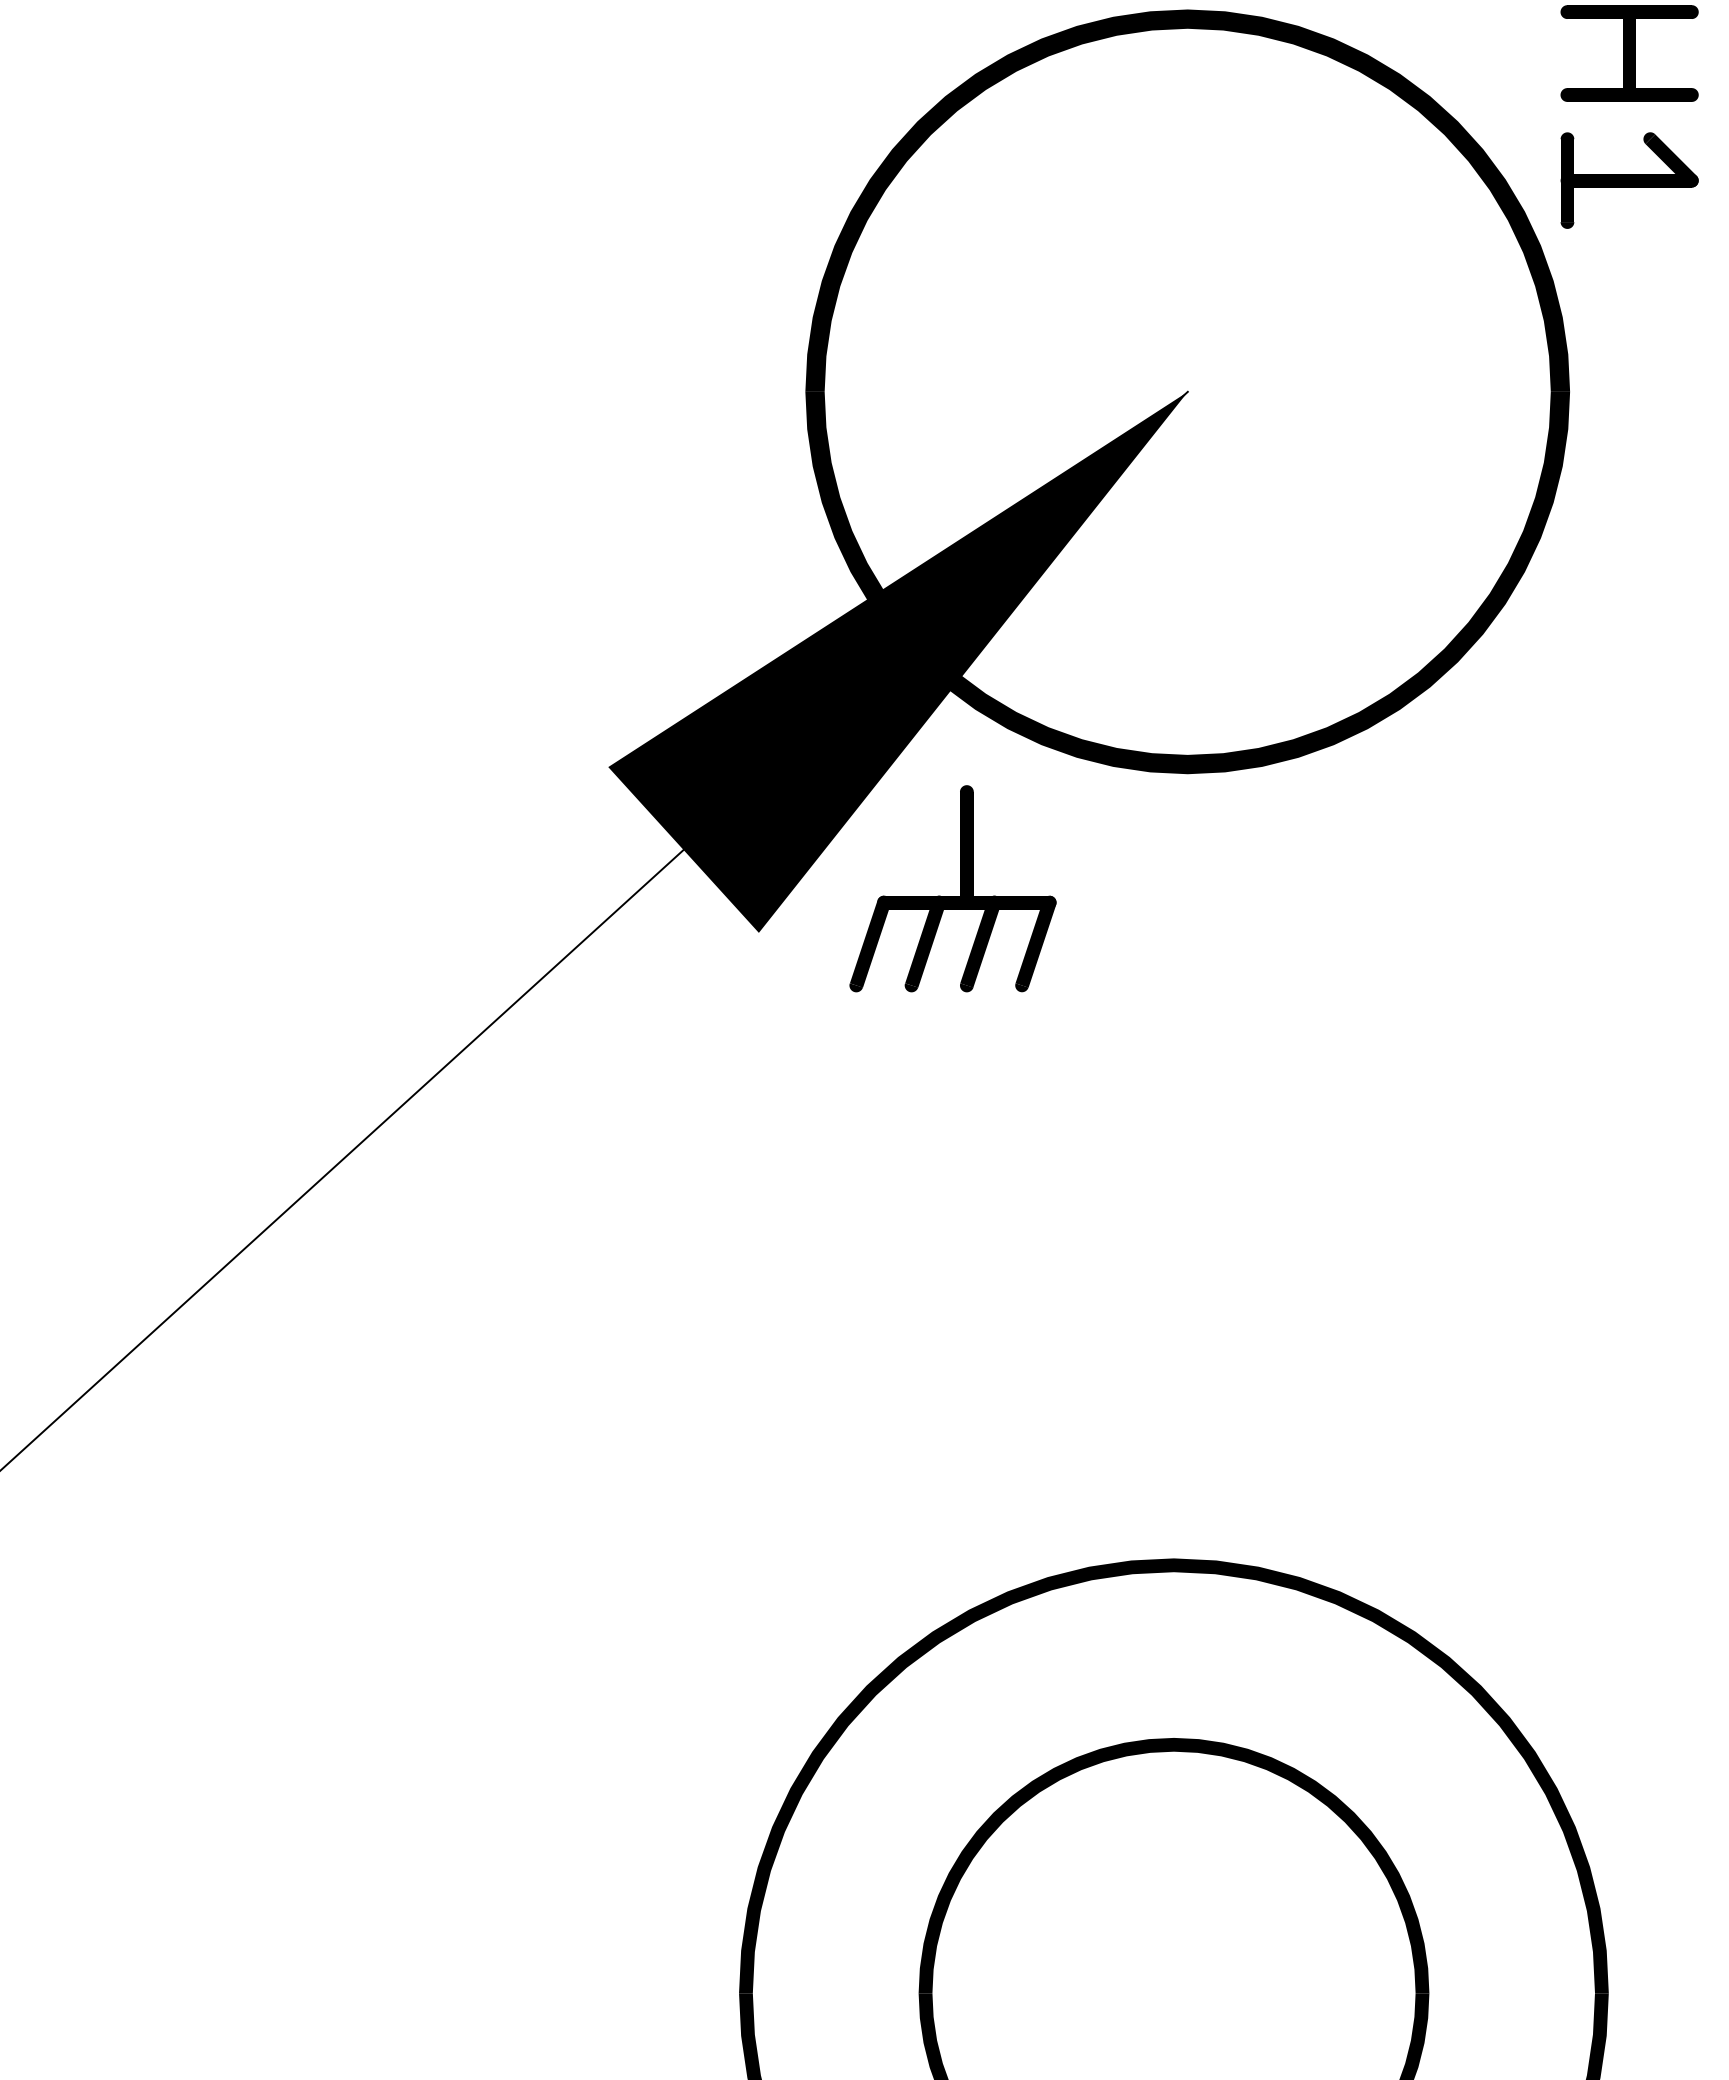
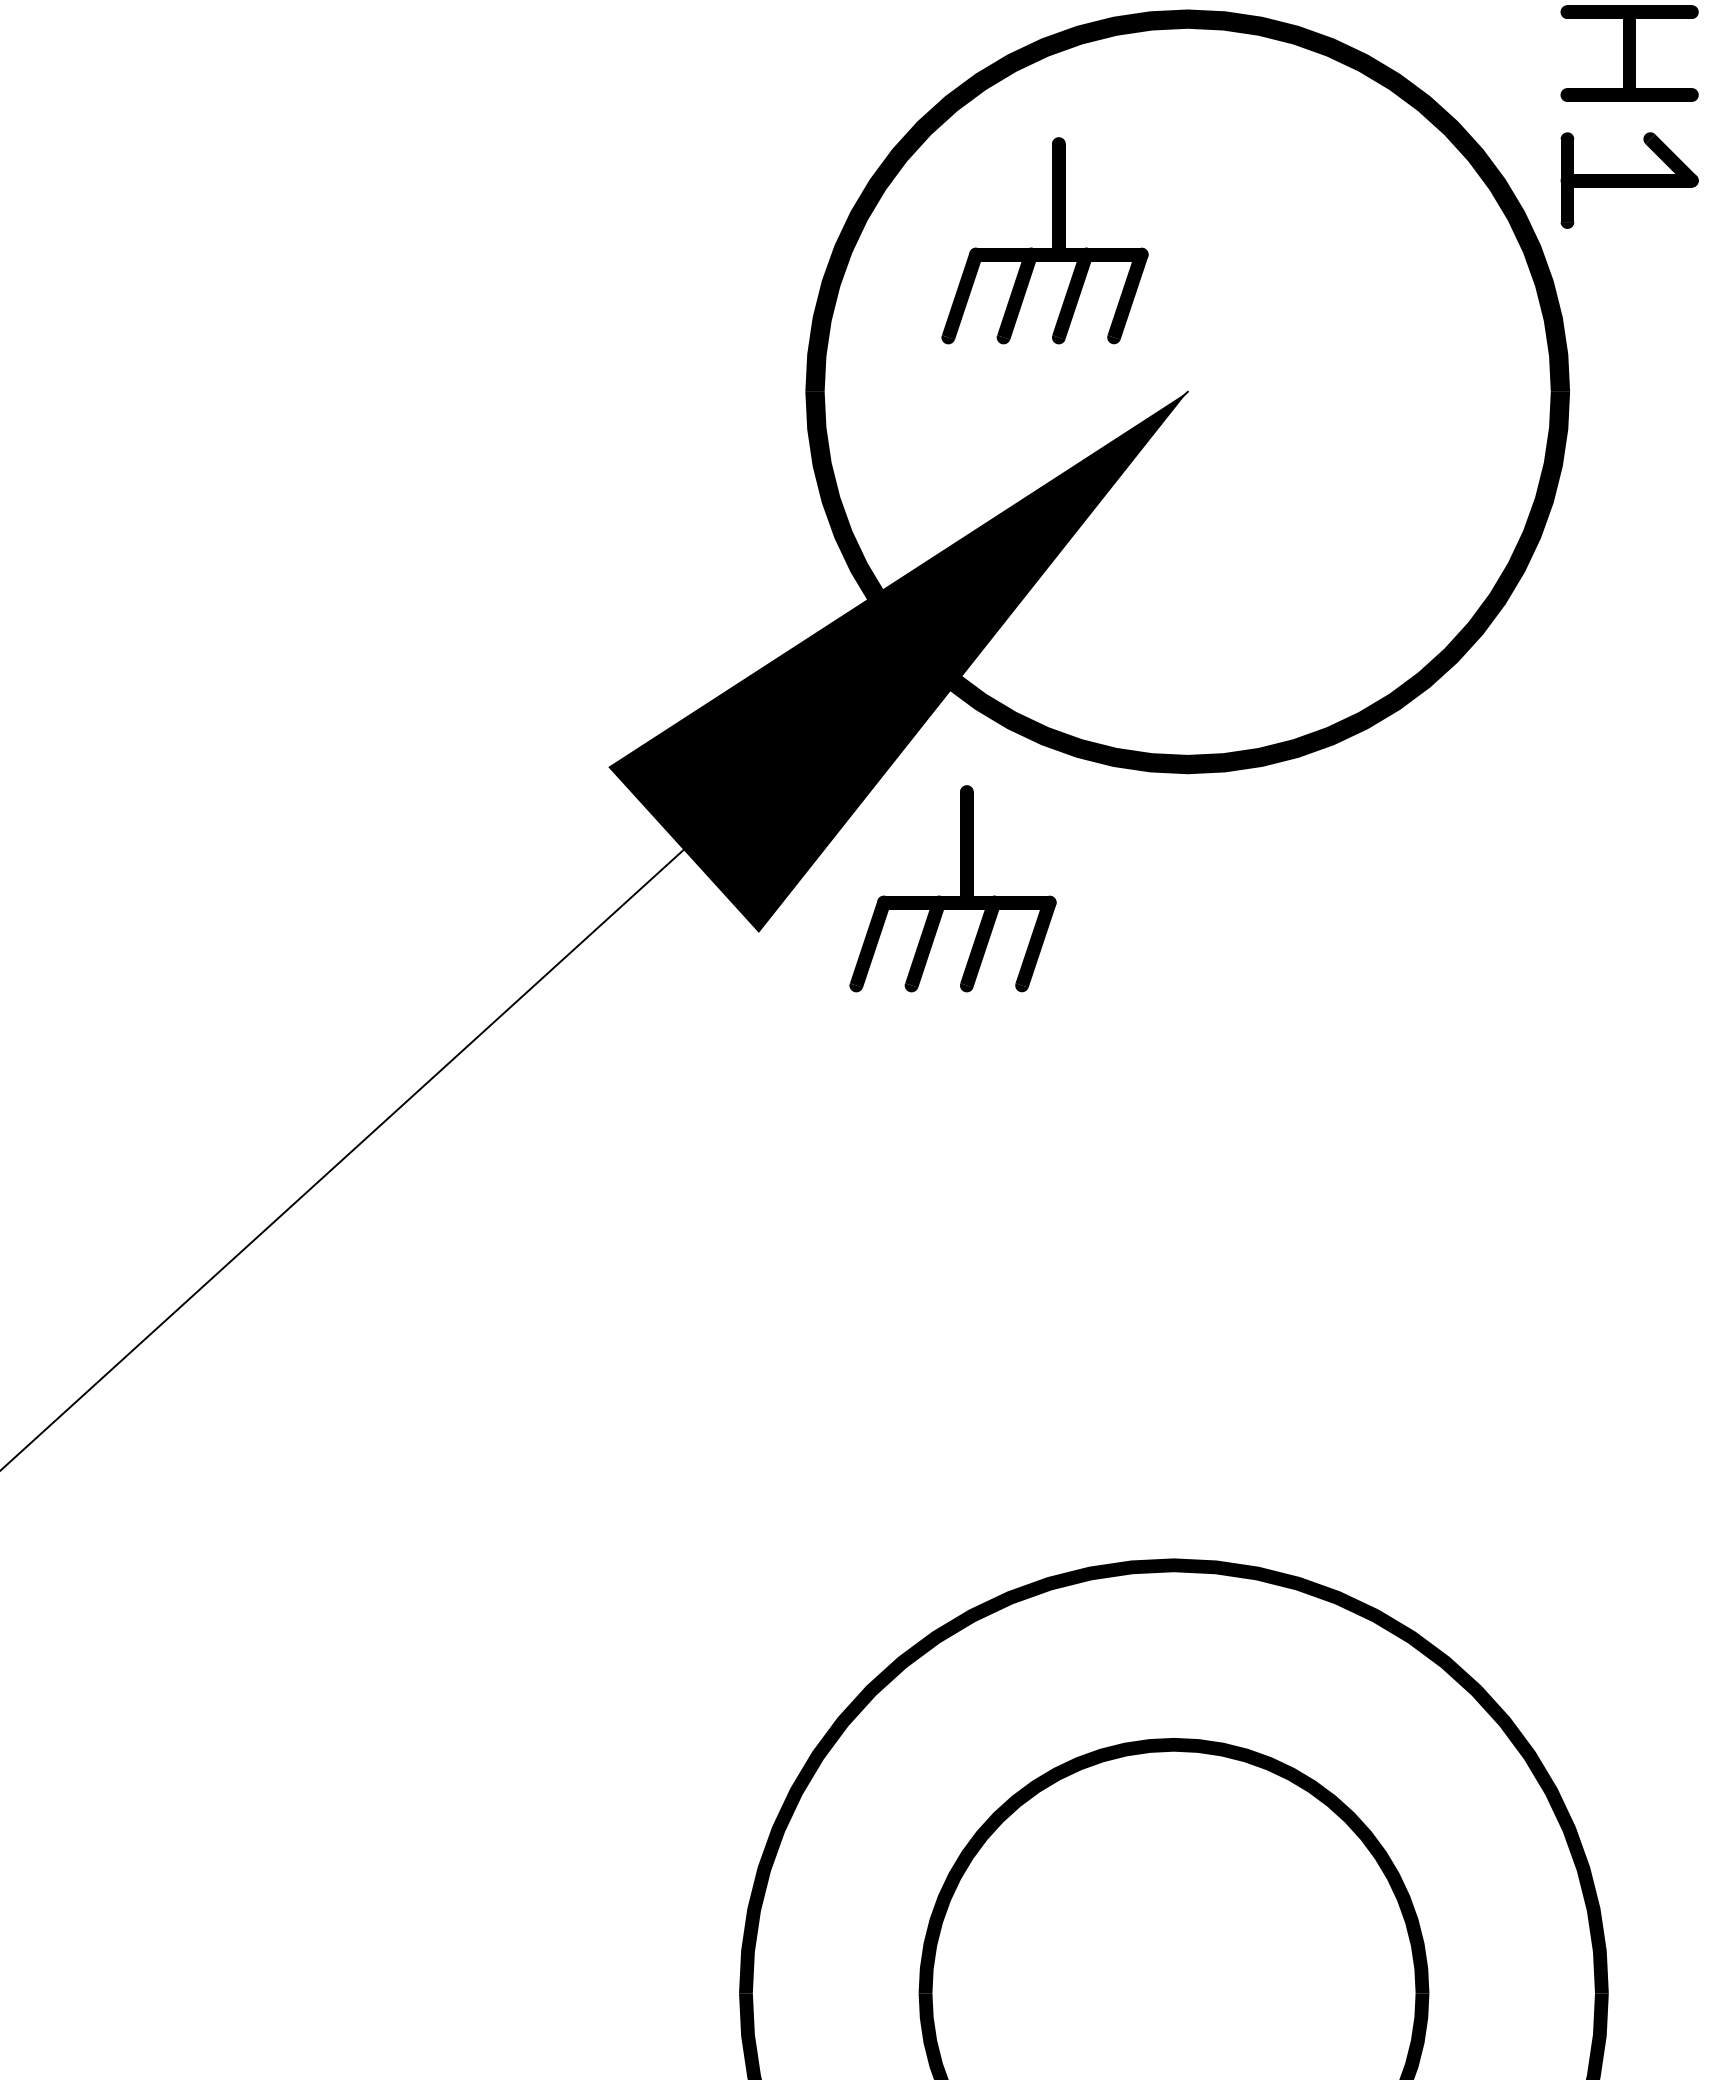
part at (1052, 240): none -> present
